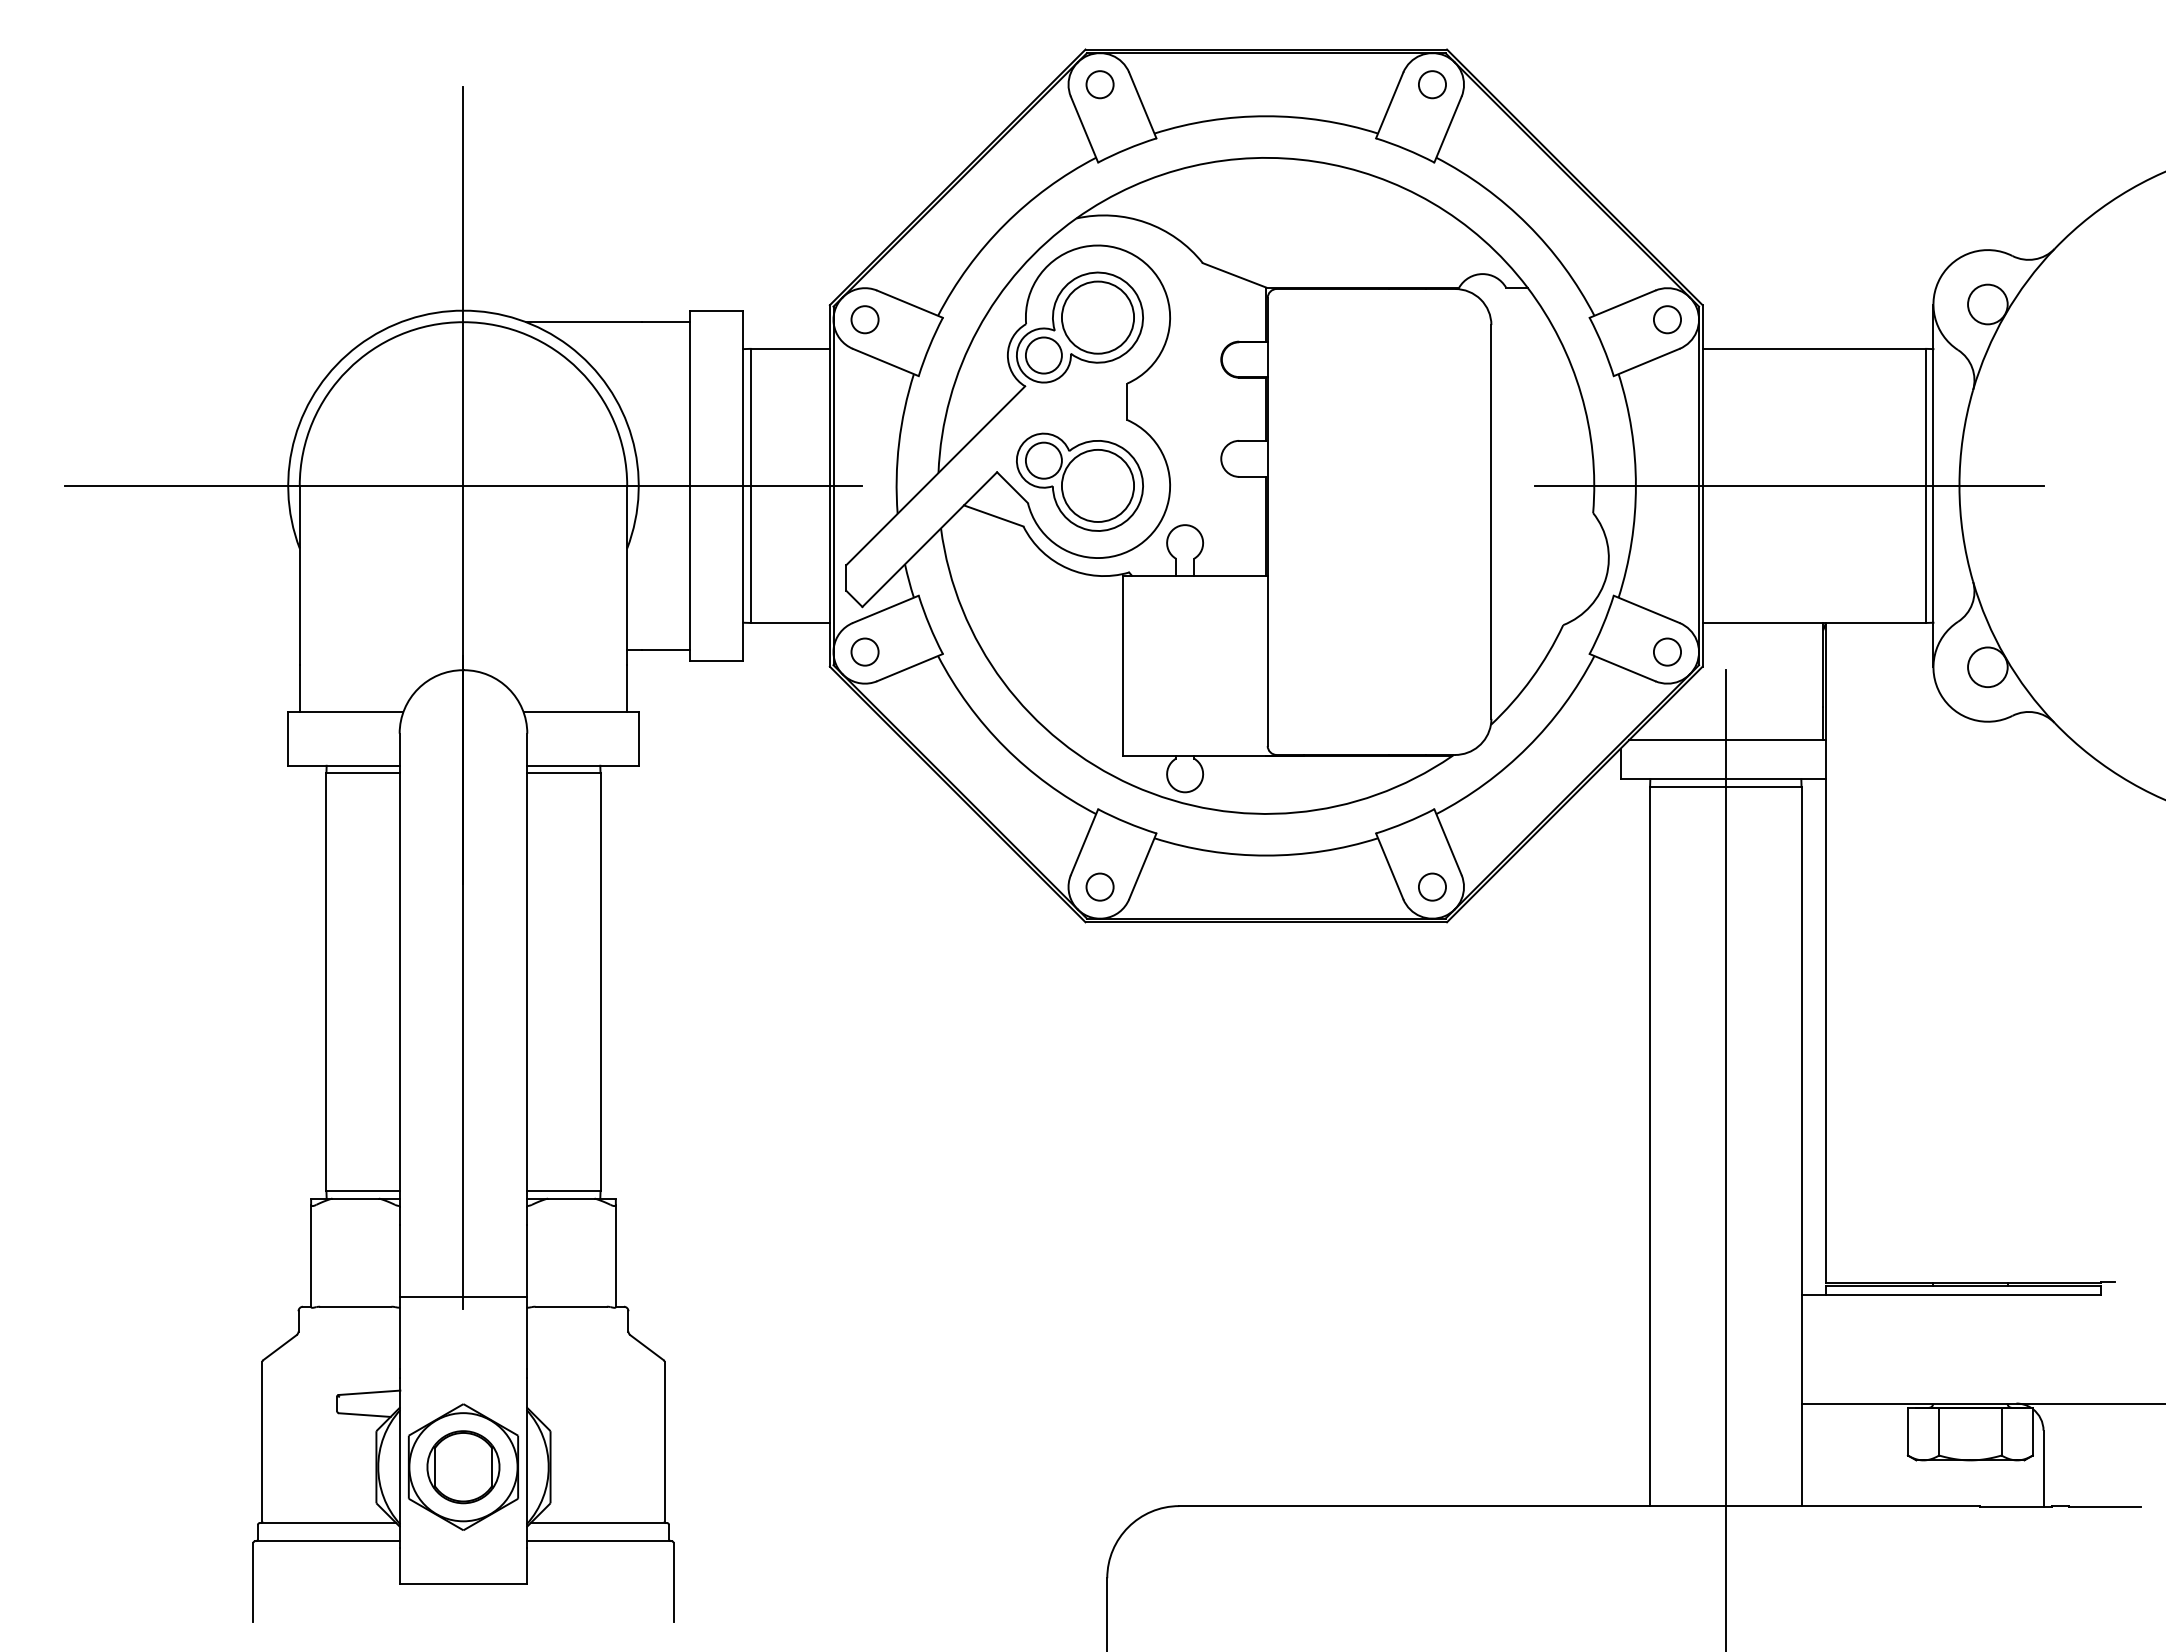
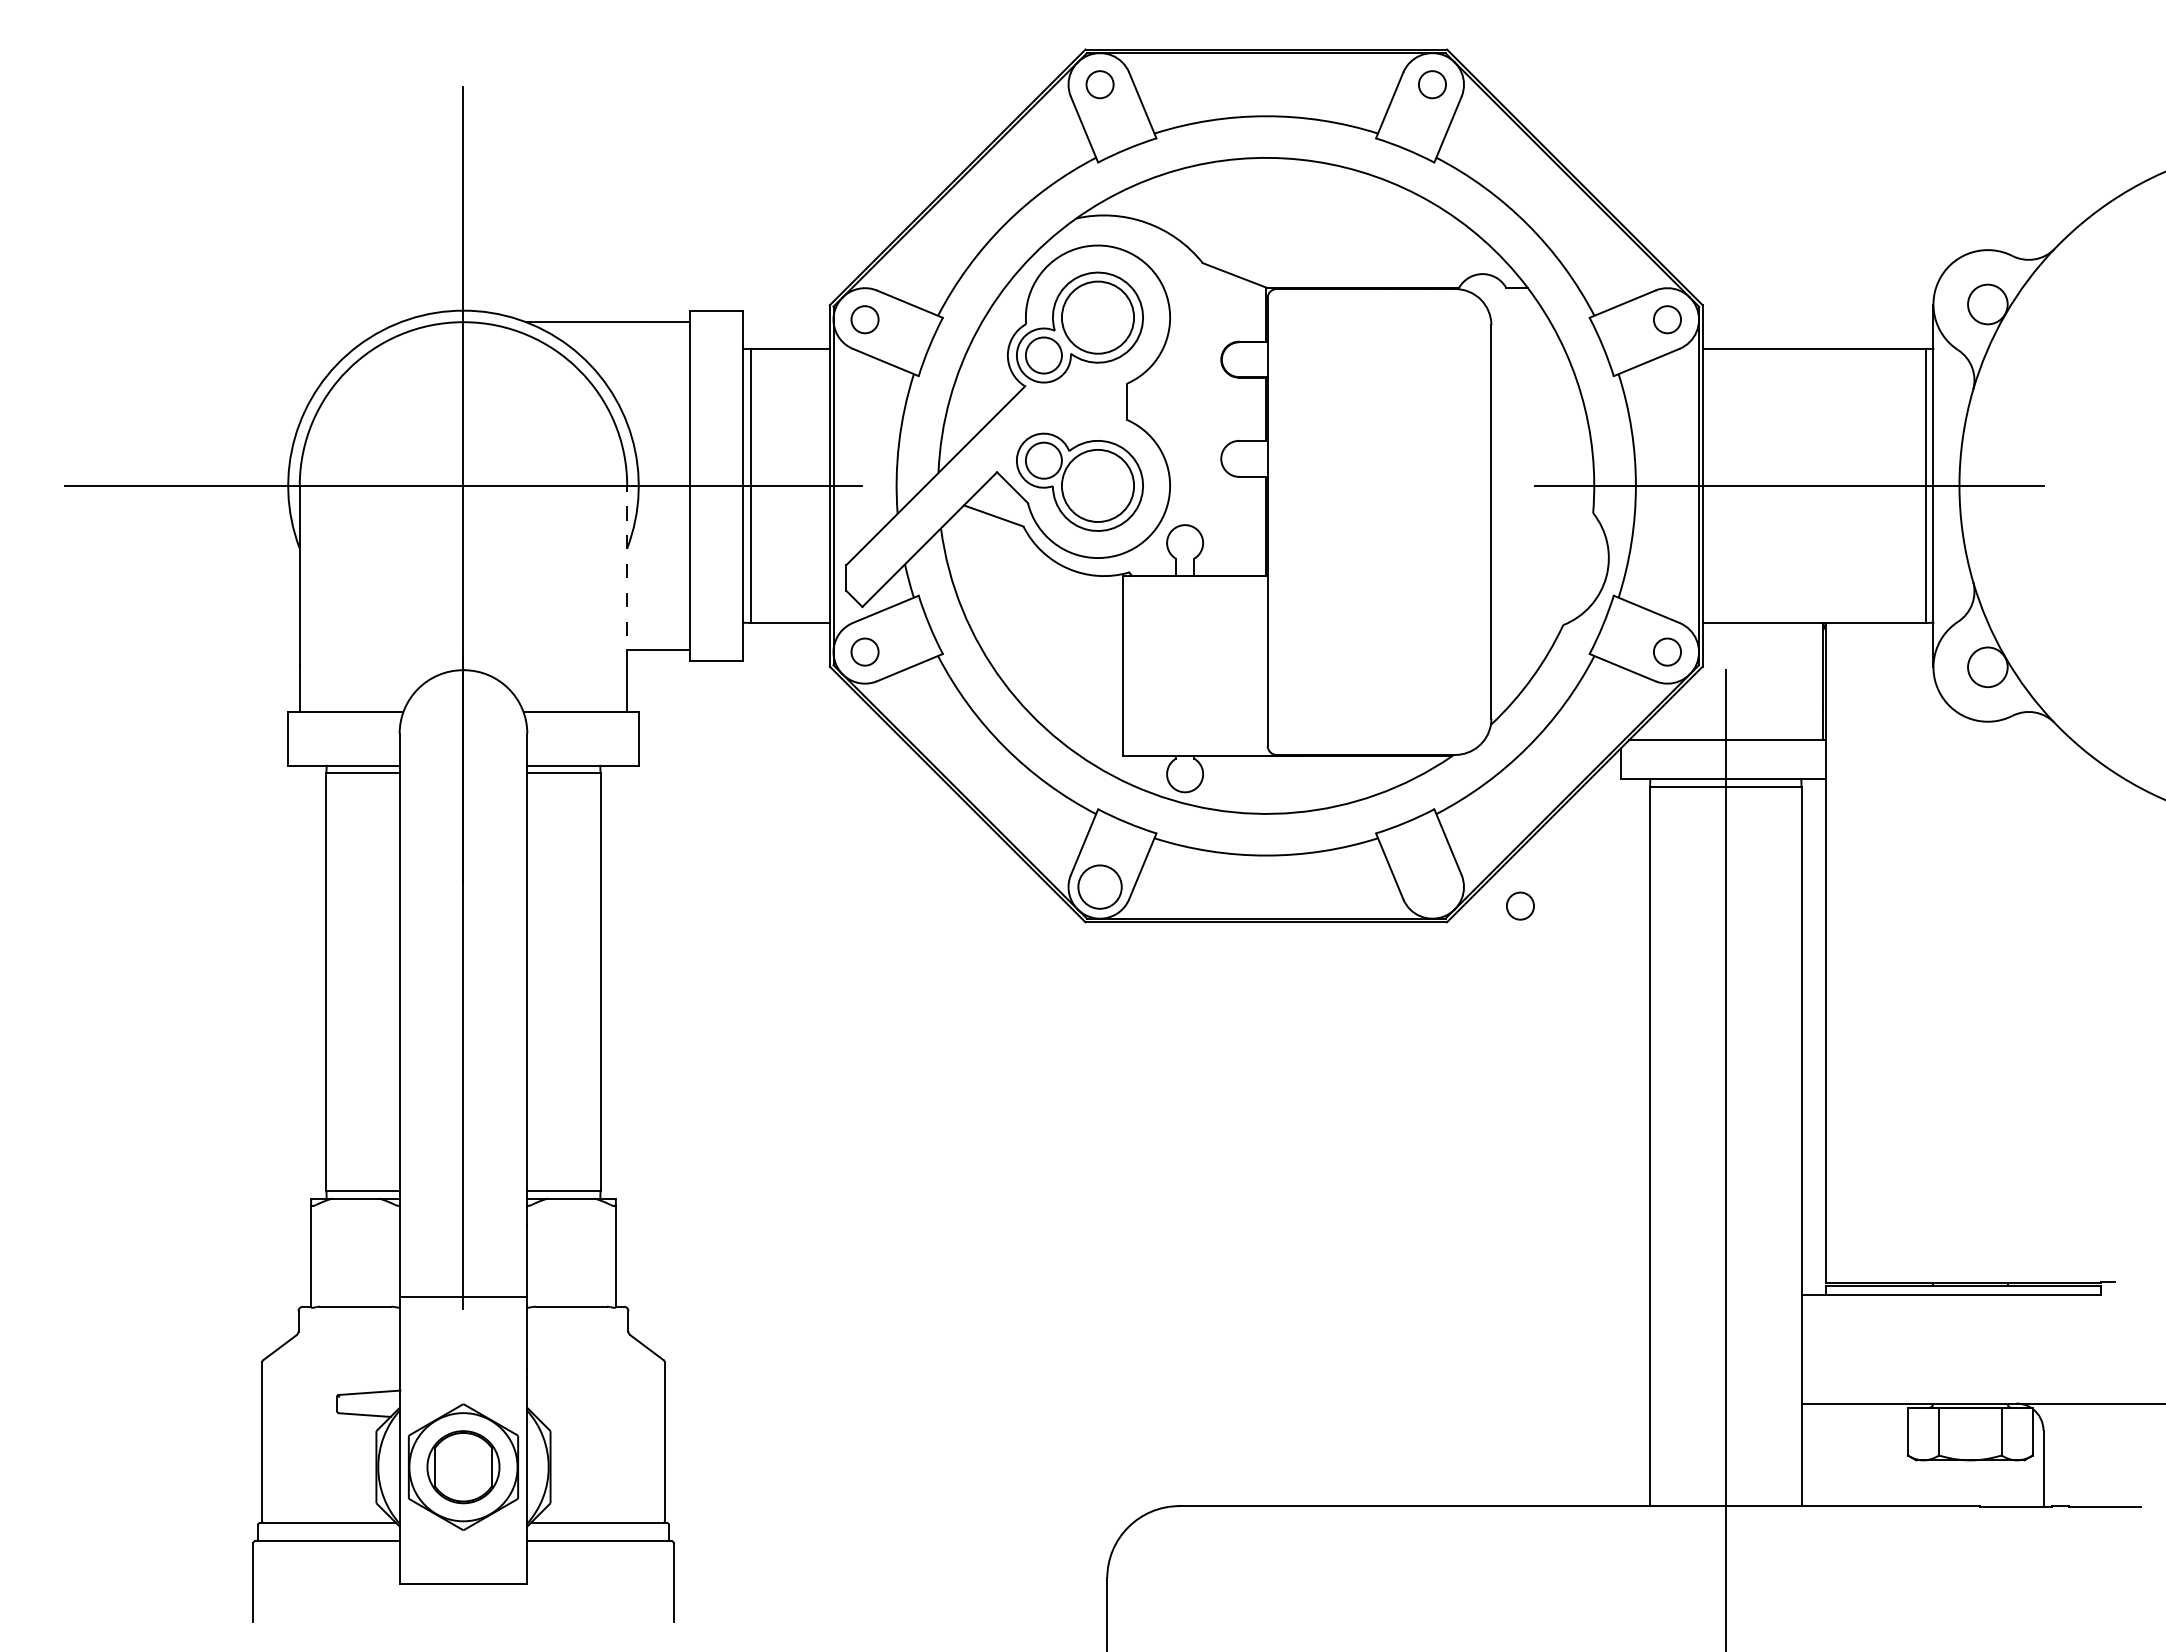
line at (627, 574): solid -> dashed
circle at (1099, 886) diameter: 27 px -> 43 px
circle at (1432, 886) position: (1432, 886) -> (1520, 905)
